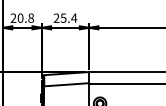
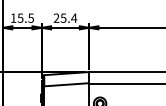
text at (22, 17): 20.8 -> 15.5
